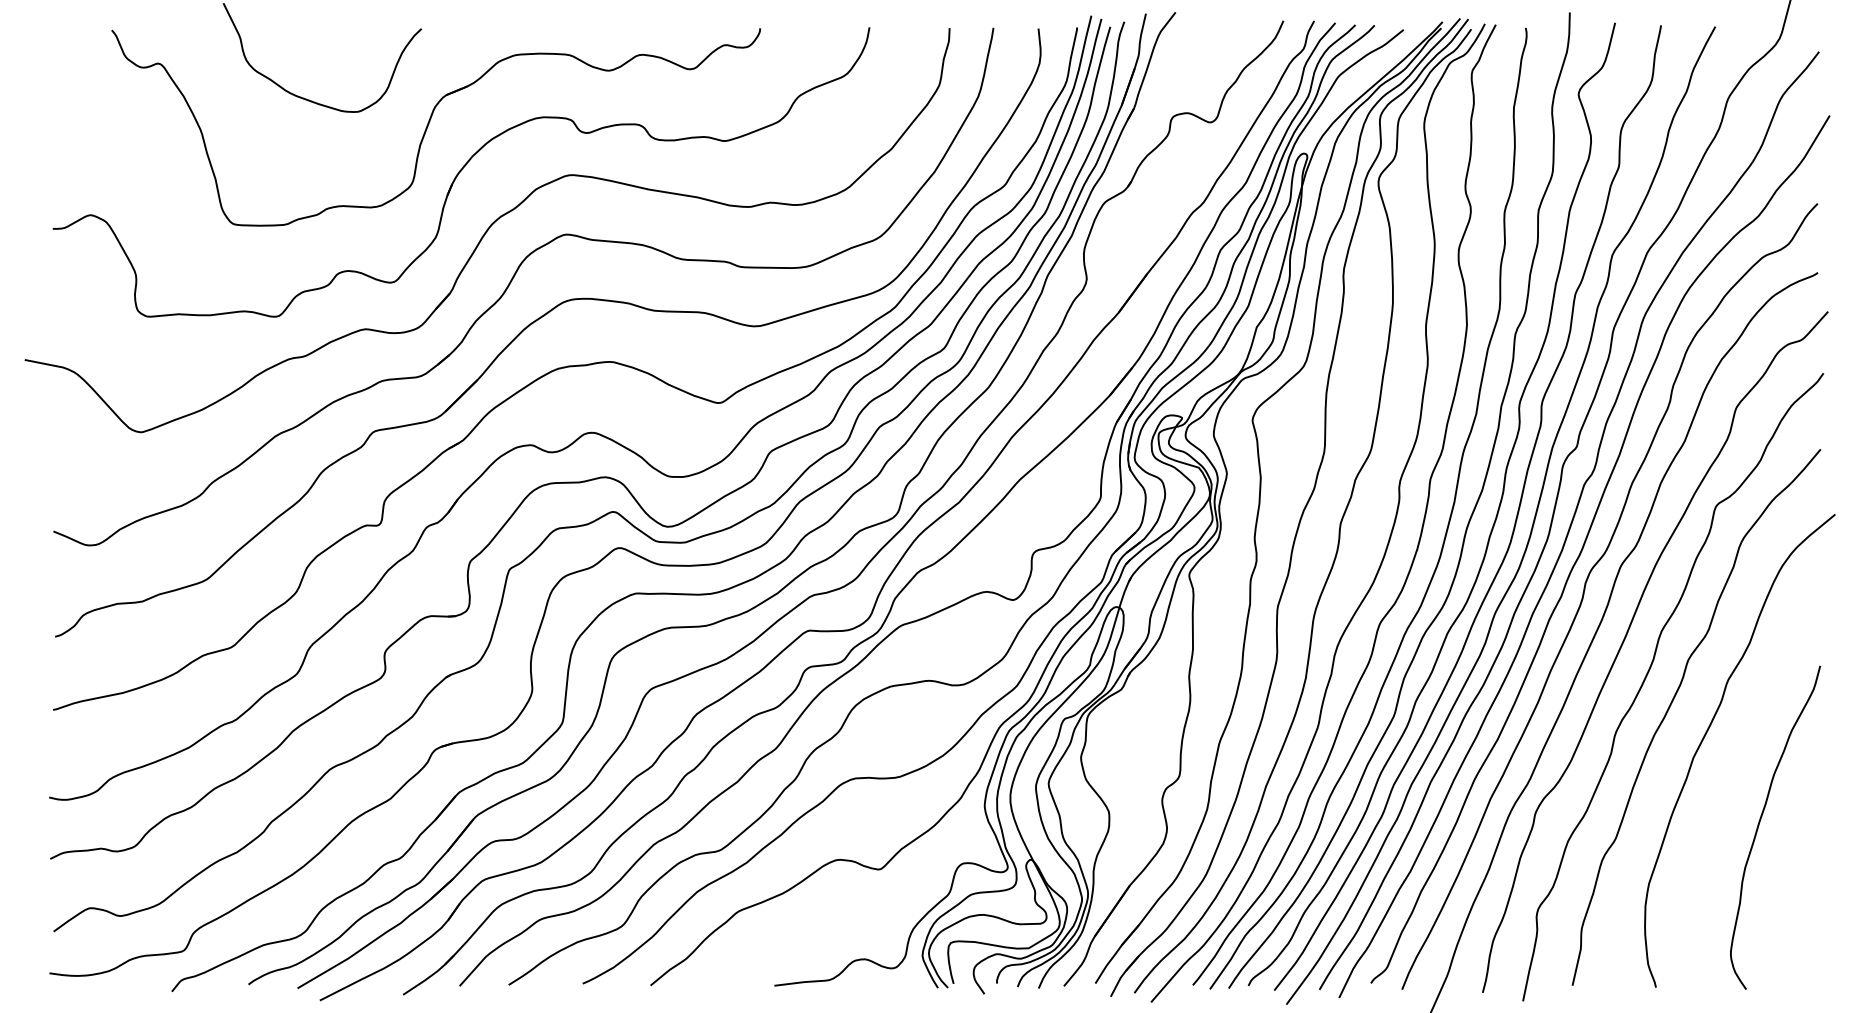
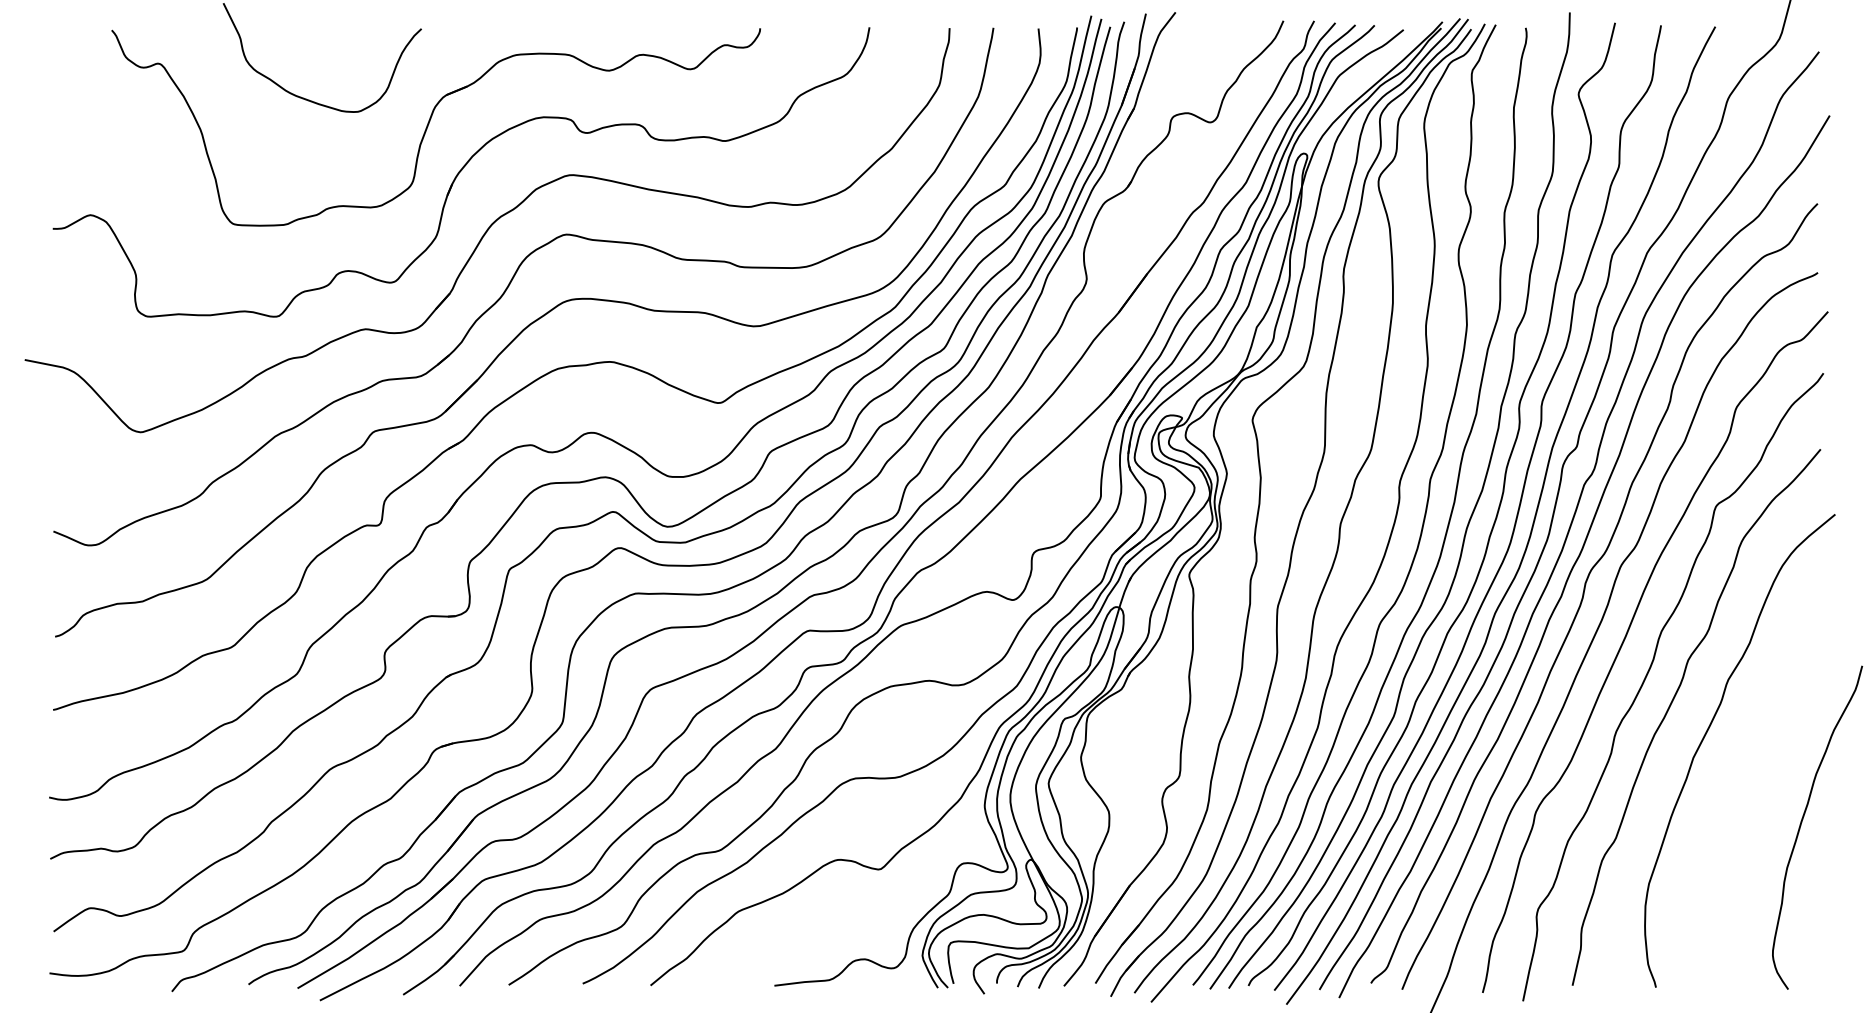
curve at (1760, 822) position: (1760, 822) -> (1802, 822)
